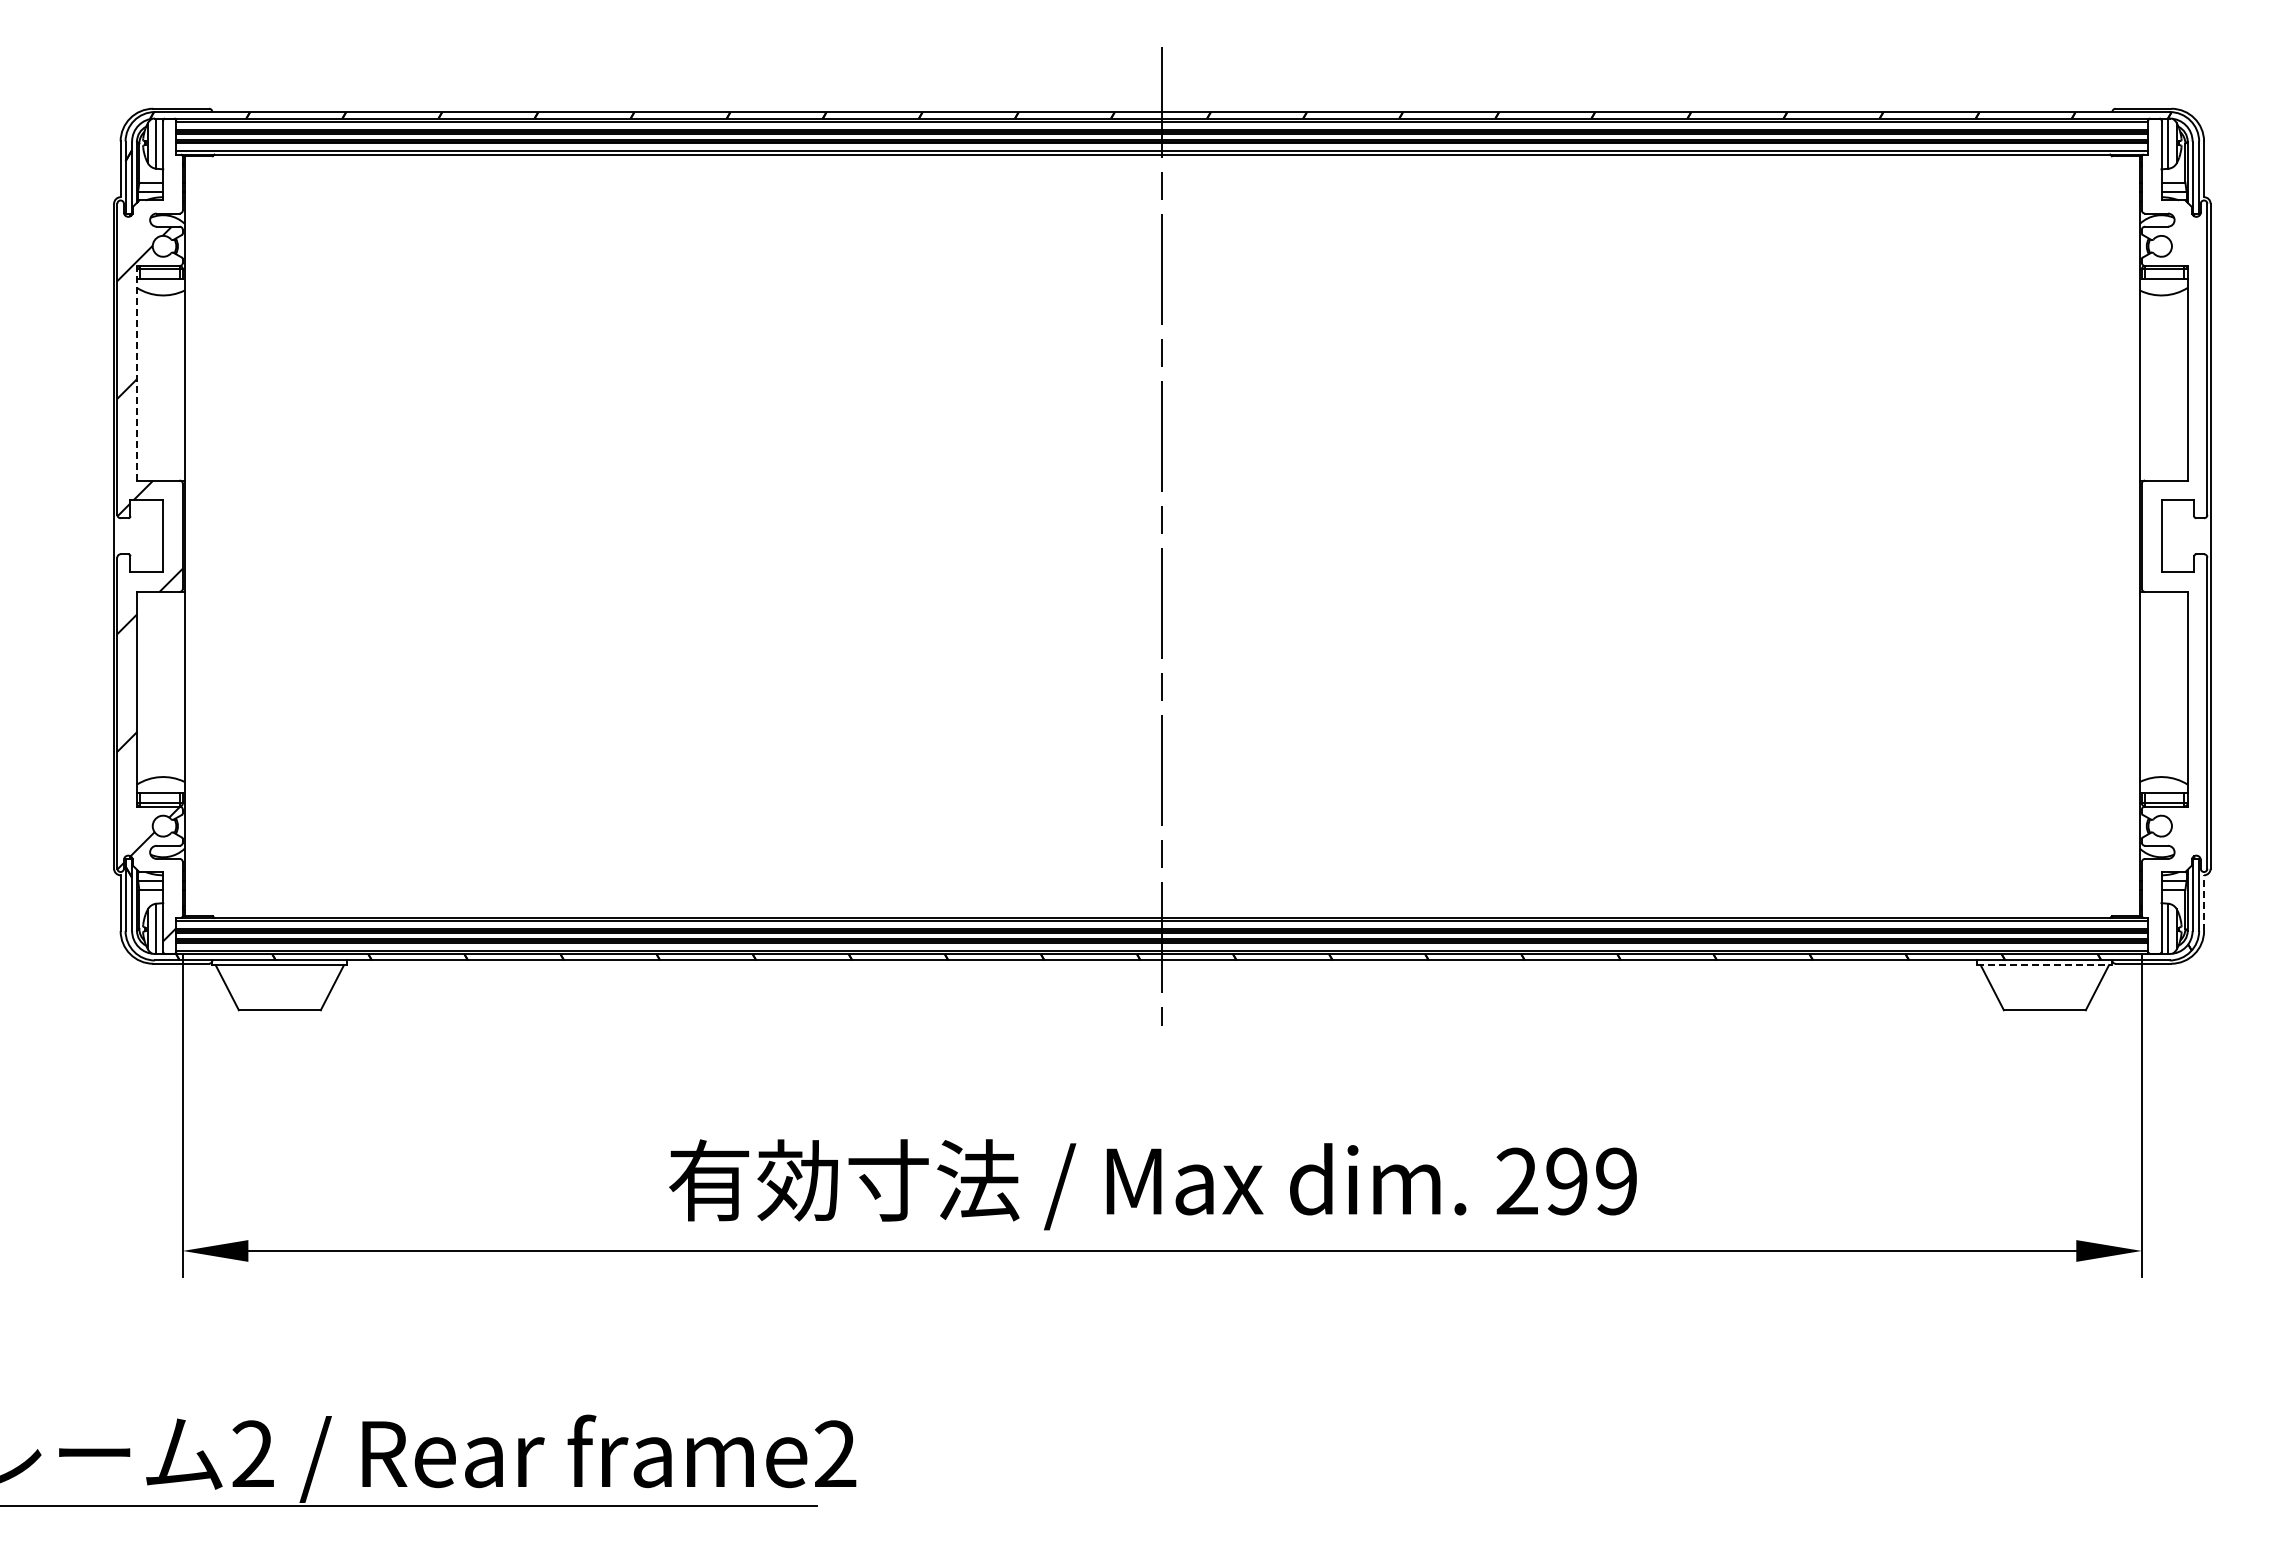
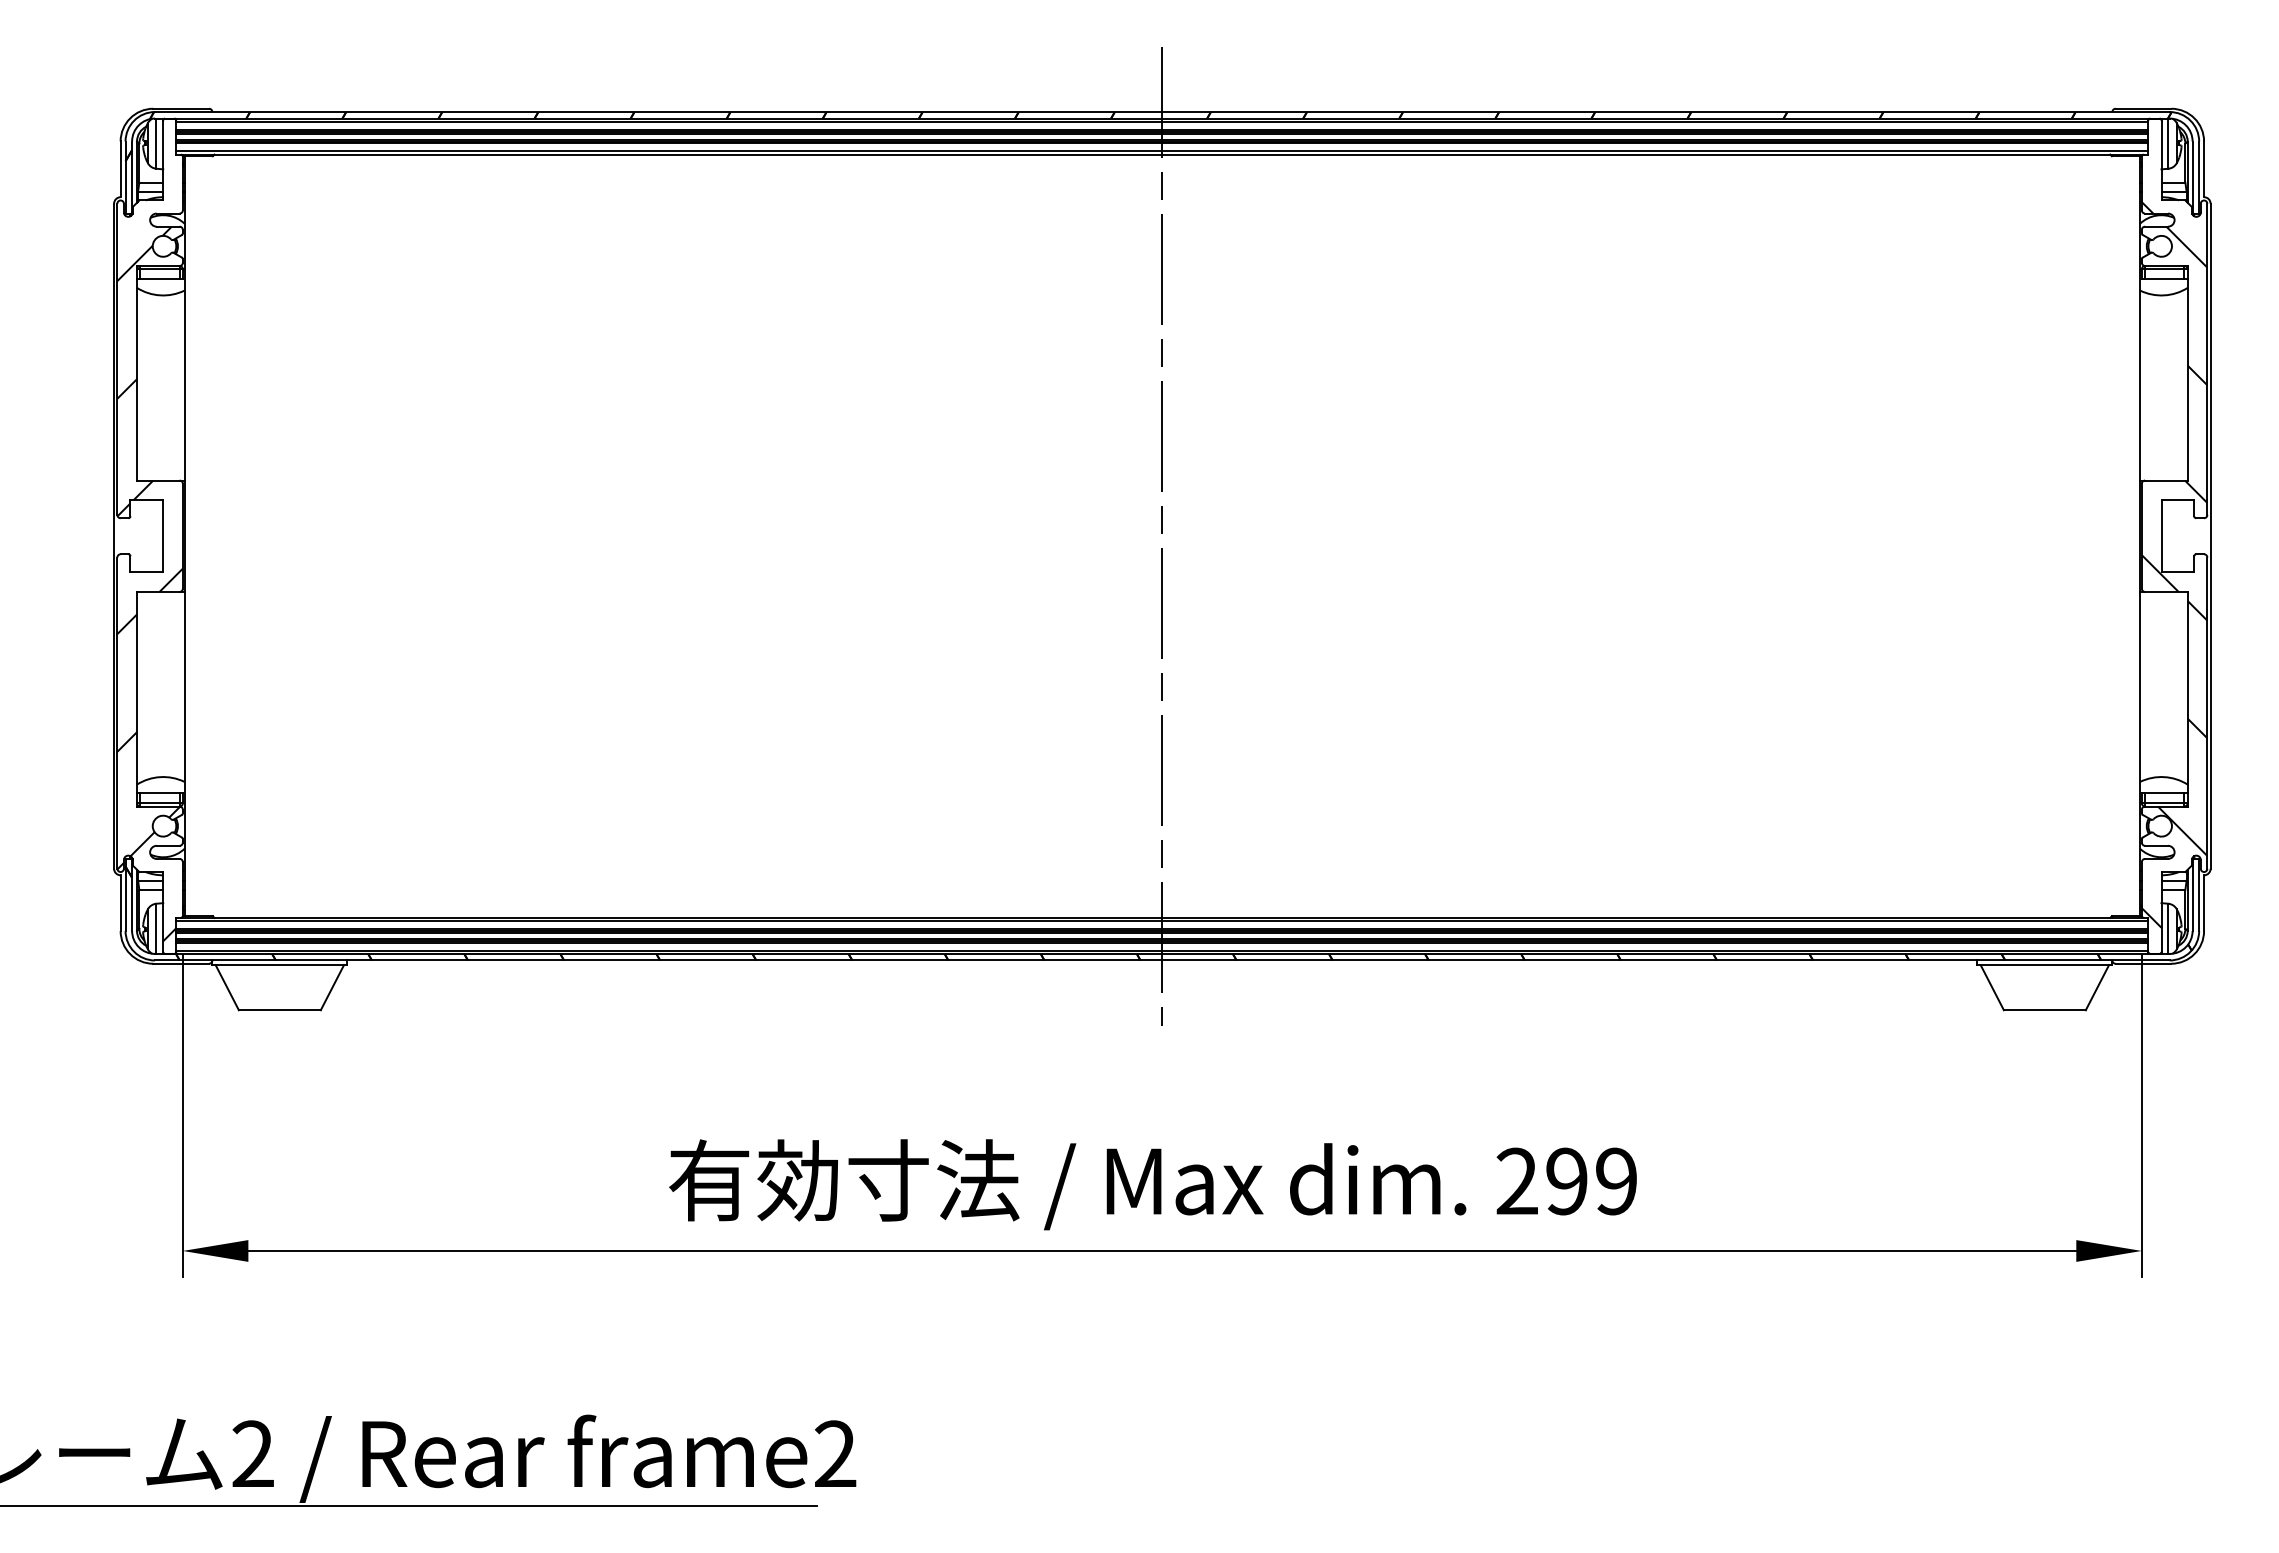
line at (137, 372): dashed -> solid
hatch at (2174, 564): none -> present
line at (2204, 903): dashed -> solid
line at (2045, 965): dashed -> solid
